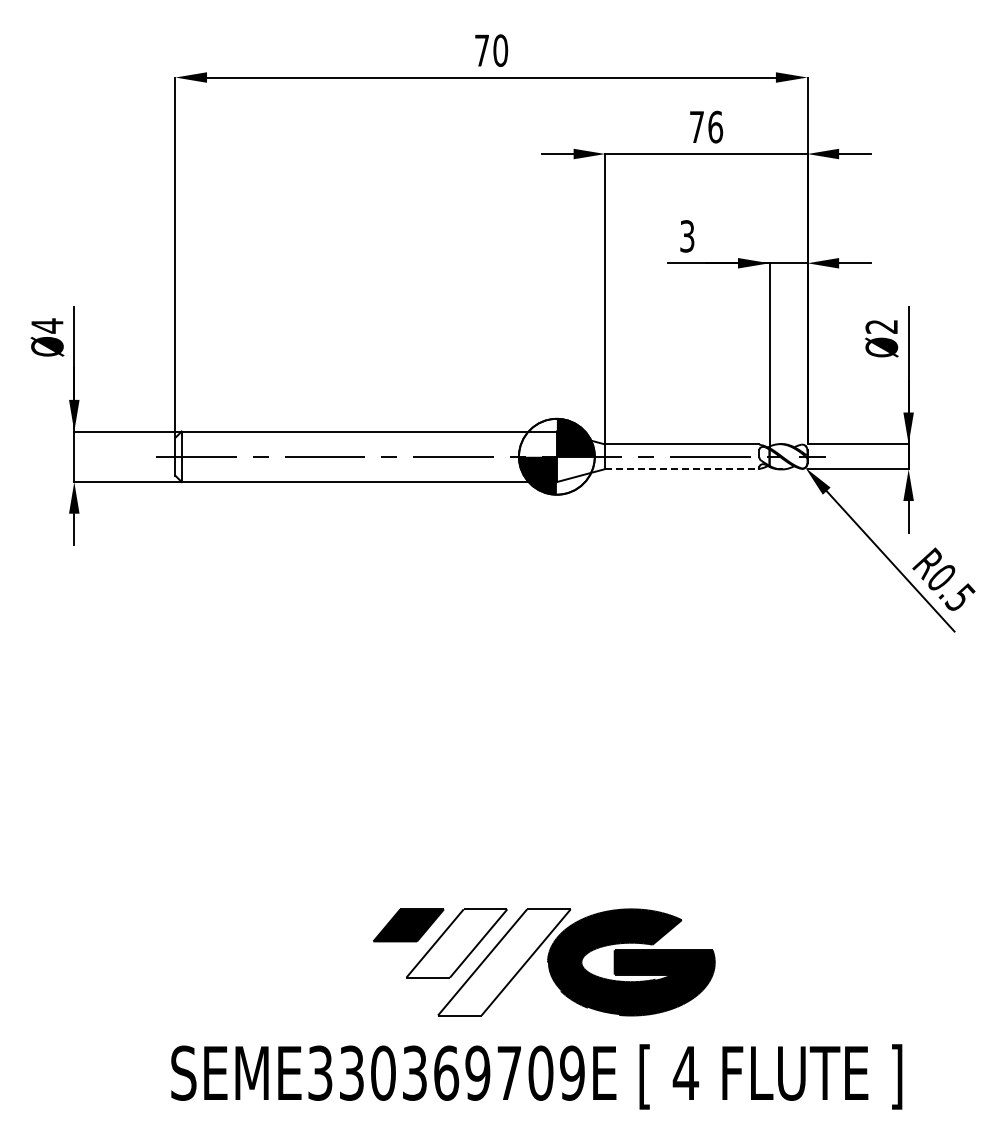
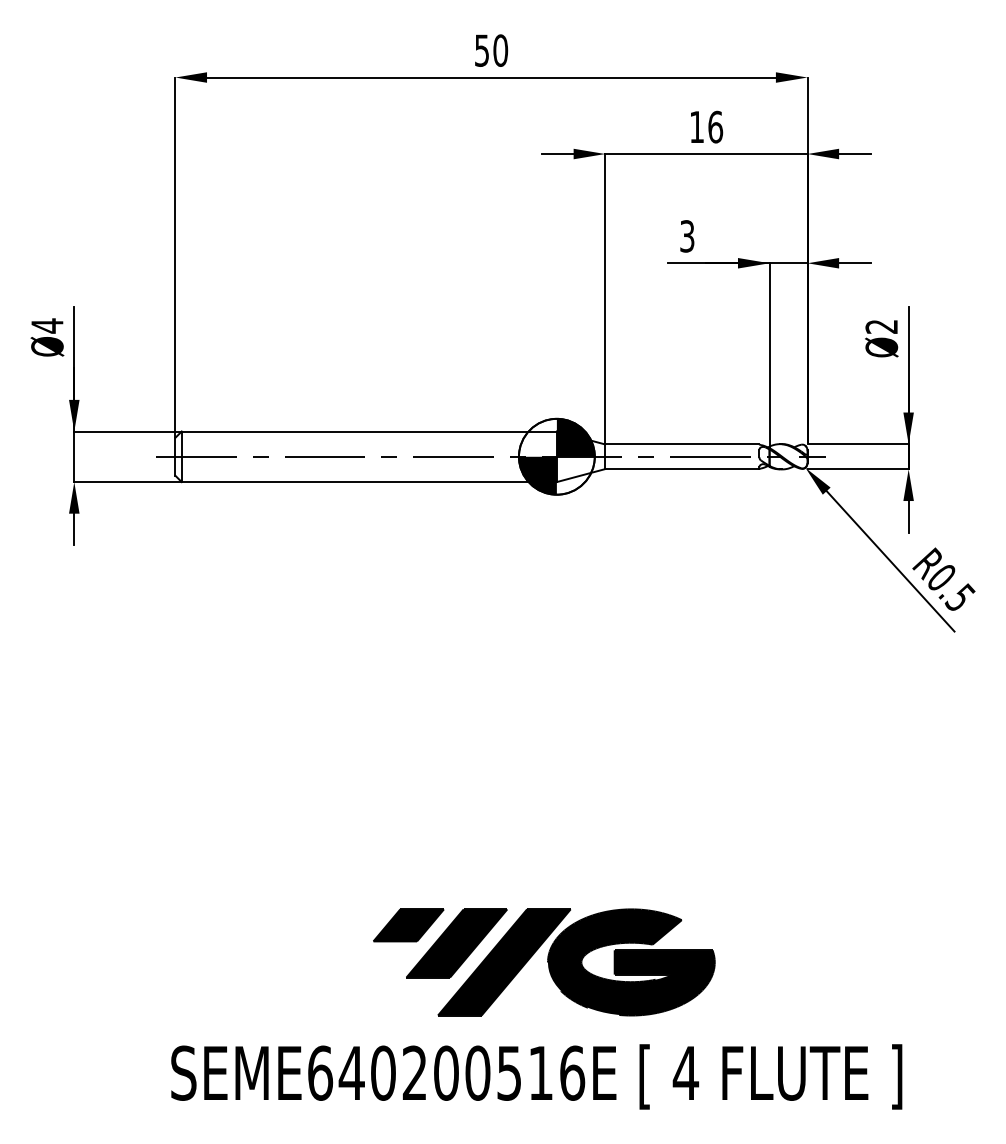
text at (481, 50): 70 -> 50
text at (696, 126): 76 -> 16
line at (682, 469): dashed -> solid
fill at (456, 943): none -> present
fill at (504, 962): none -> present
text at (446, 1072): SEME330369709E -> SEME640200516E
